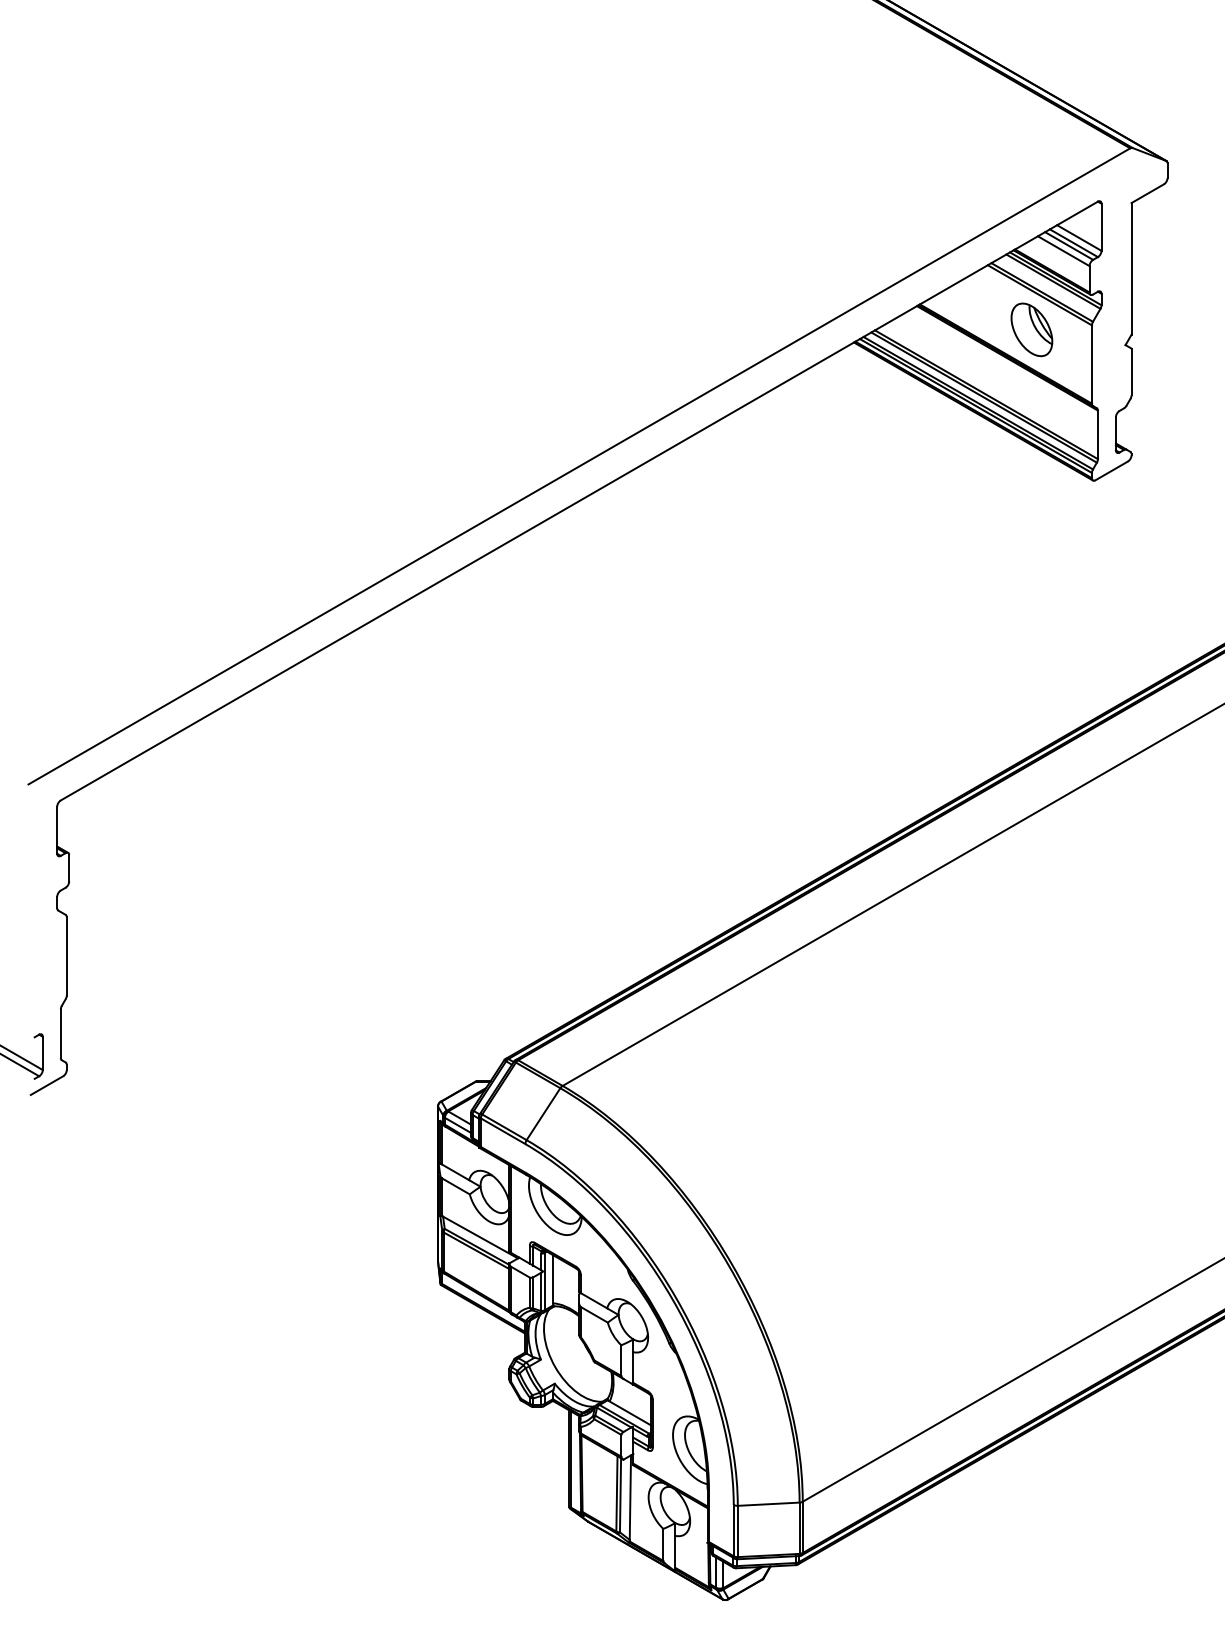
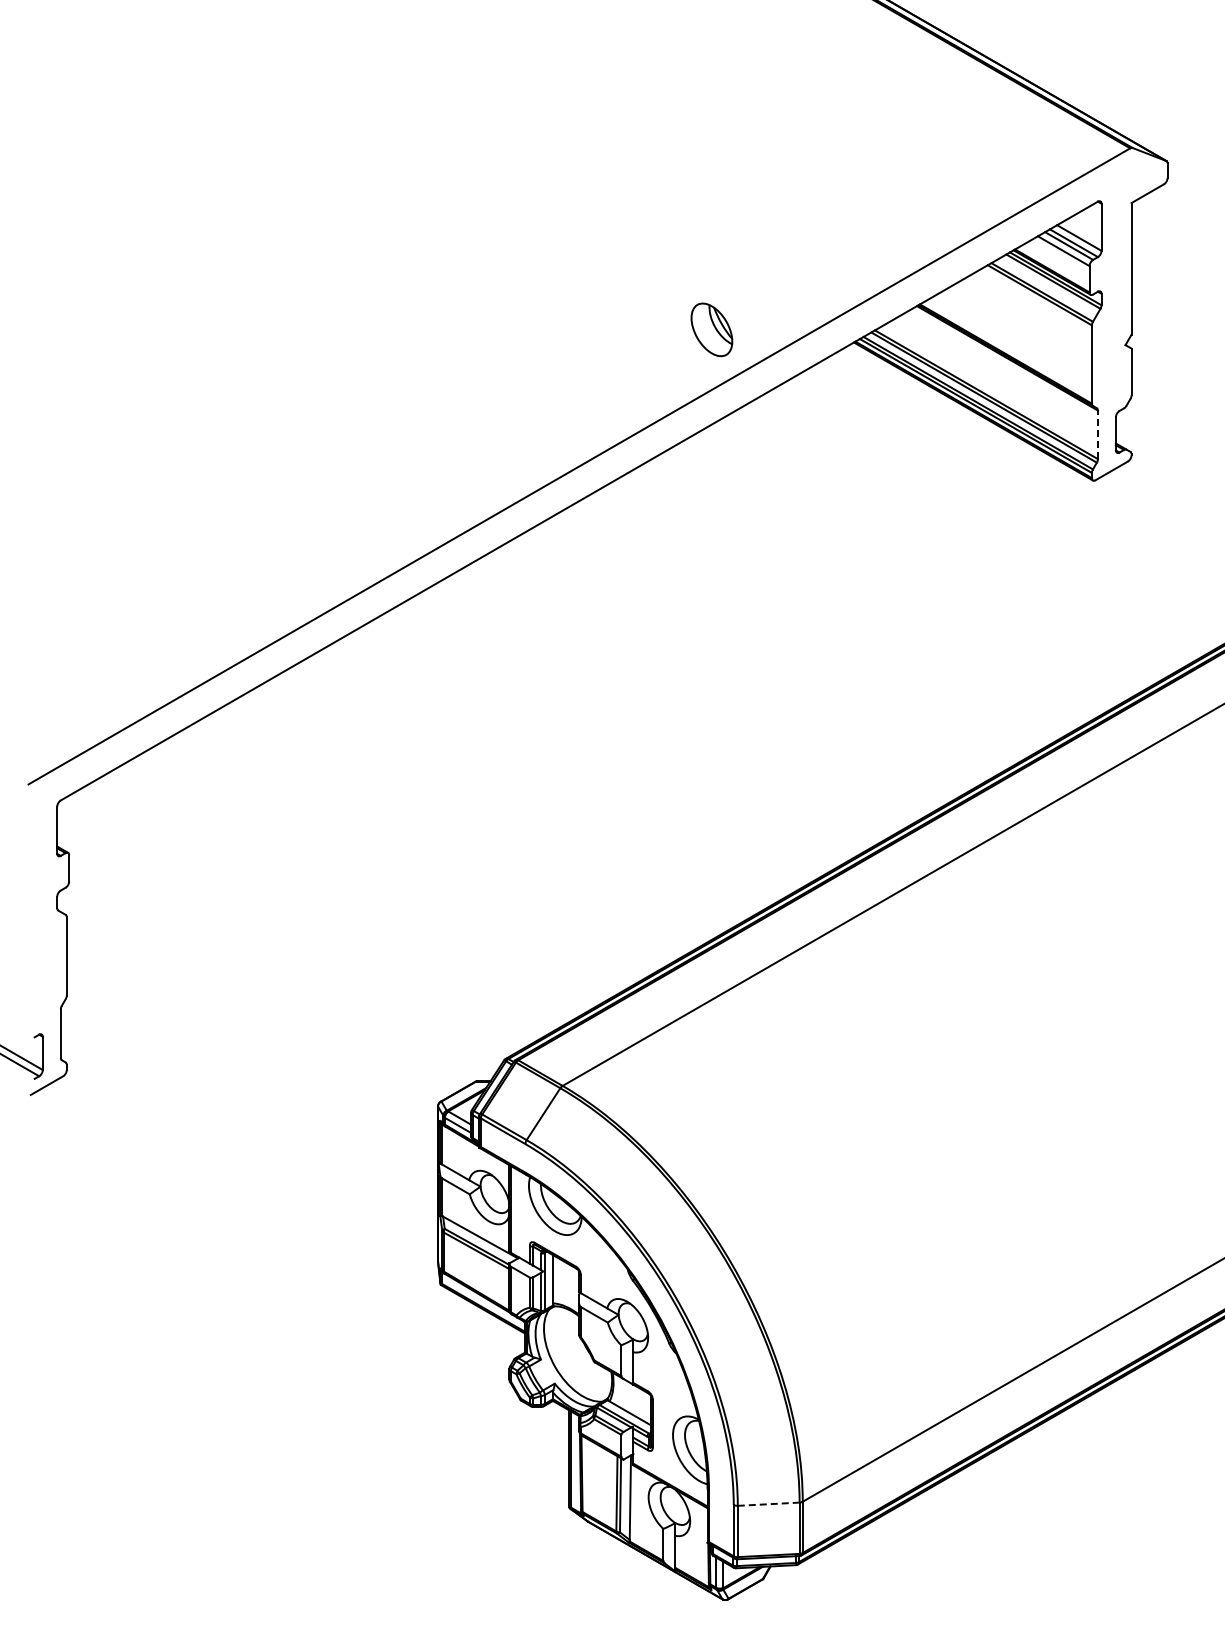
part at (1031, 329) position: (1031, 329) -> (711, 329)
line at (1097, 434): solid -> dashed
line at (768, 1504): solid -> dashed
